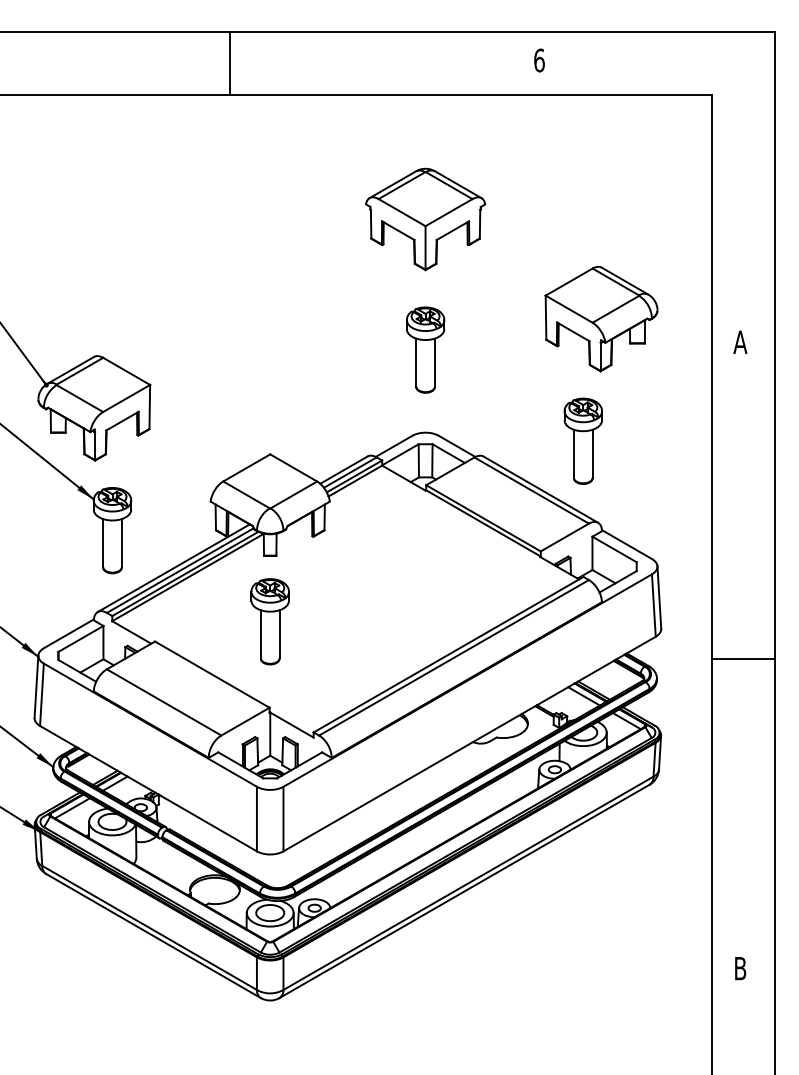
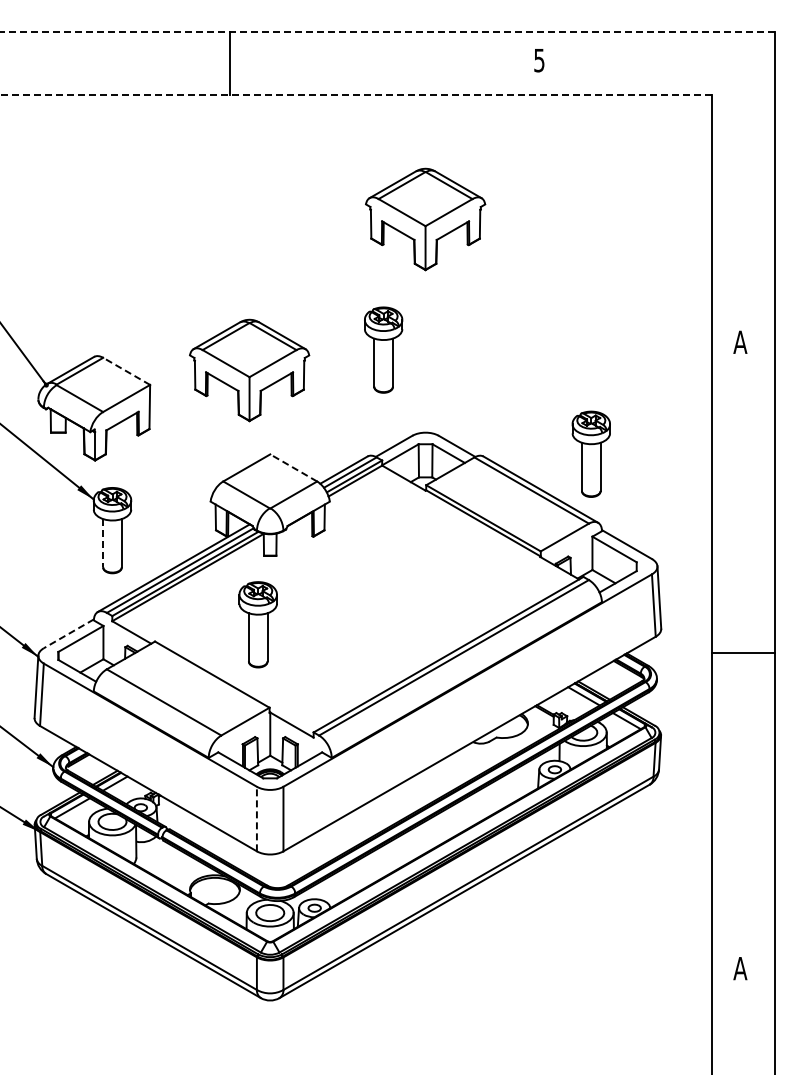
line at (387, 32): solid -> dashed
text at (539, 60): 6 -> 5
line at (356, 94): solid -> dashed
part at (601, 318): present -> none
part at (425, 349) position: (425, 349) -> (383, 349)
part at (249, 370): none -> present
line at (126, 371): solid -> dashed
part at (582, 440) position: (582, 440) -> (590, 453)
line at (293, 467): solid -> dashed
line at (103, 543): solid -> dashed
part at (269, 621) position: (269, 621) -> (257, 624)
line at (68, 633): solid -> dashed
line at (743, 658) position: (743, 658) -> (743, 652)
line at (256, 818): solid -> dashed
text at (740, 968): B -> A
